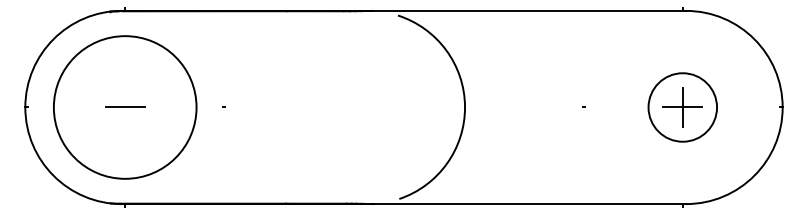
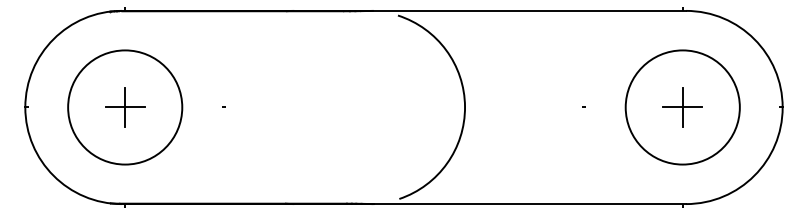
circle at (124, 107) diameter: 143 px -> 114 px
line at (125, 107): none -> present
circle at (682, 107) diameter: 68 px -> 114 px
